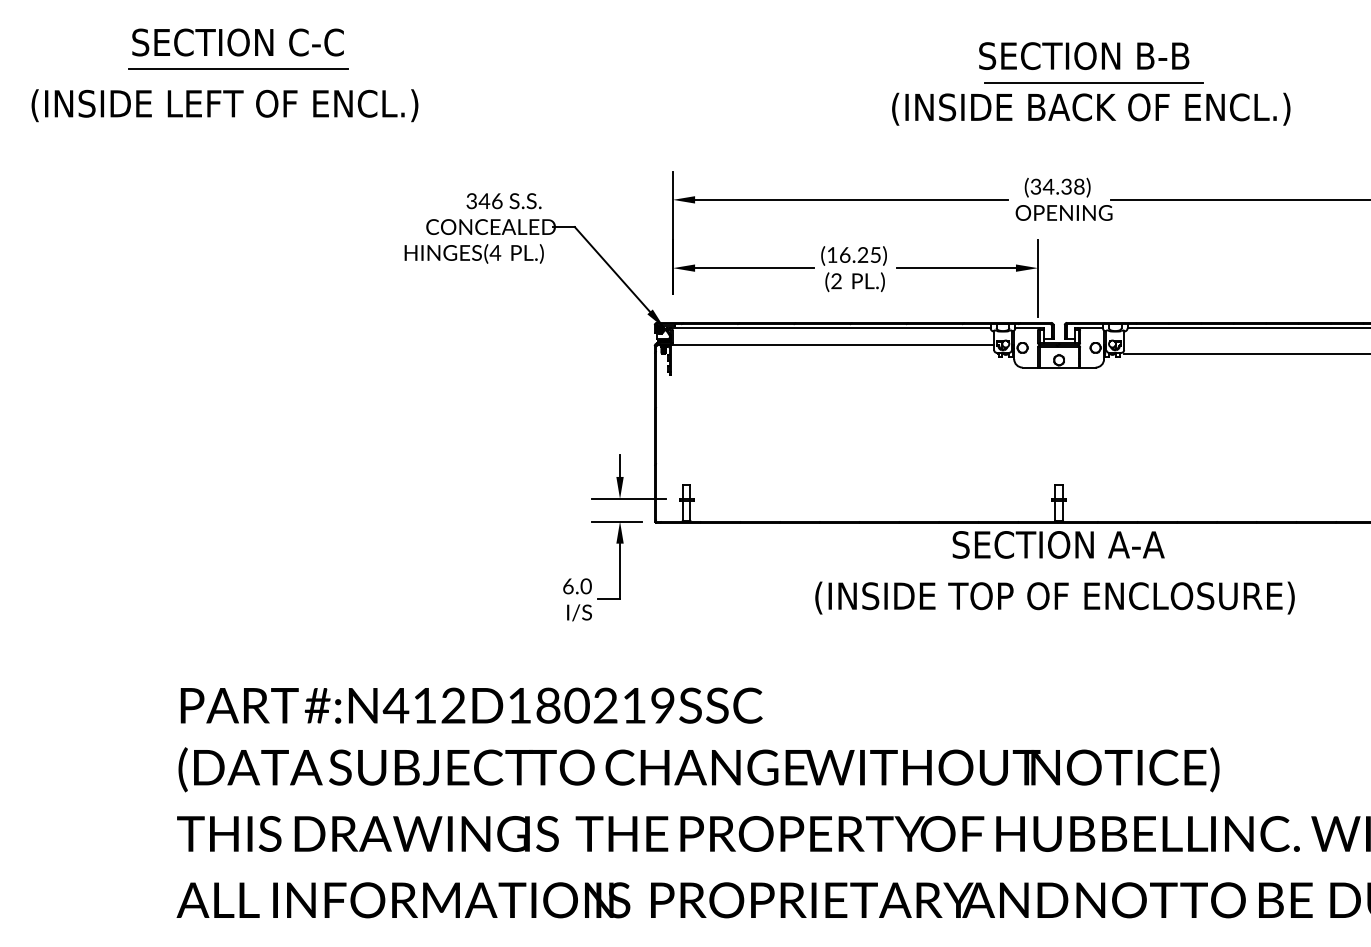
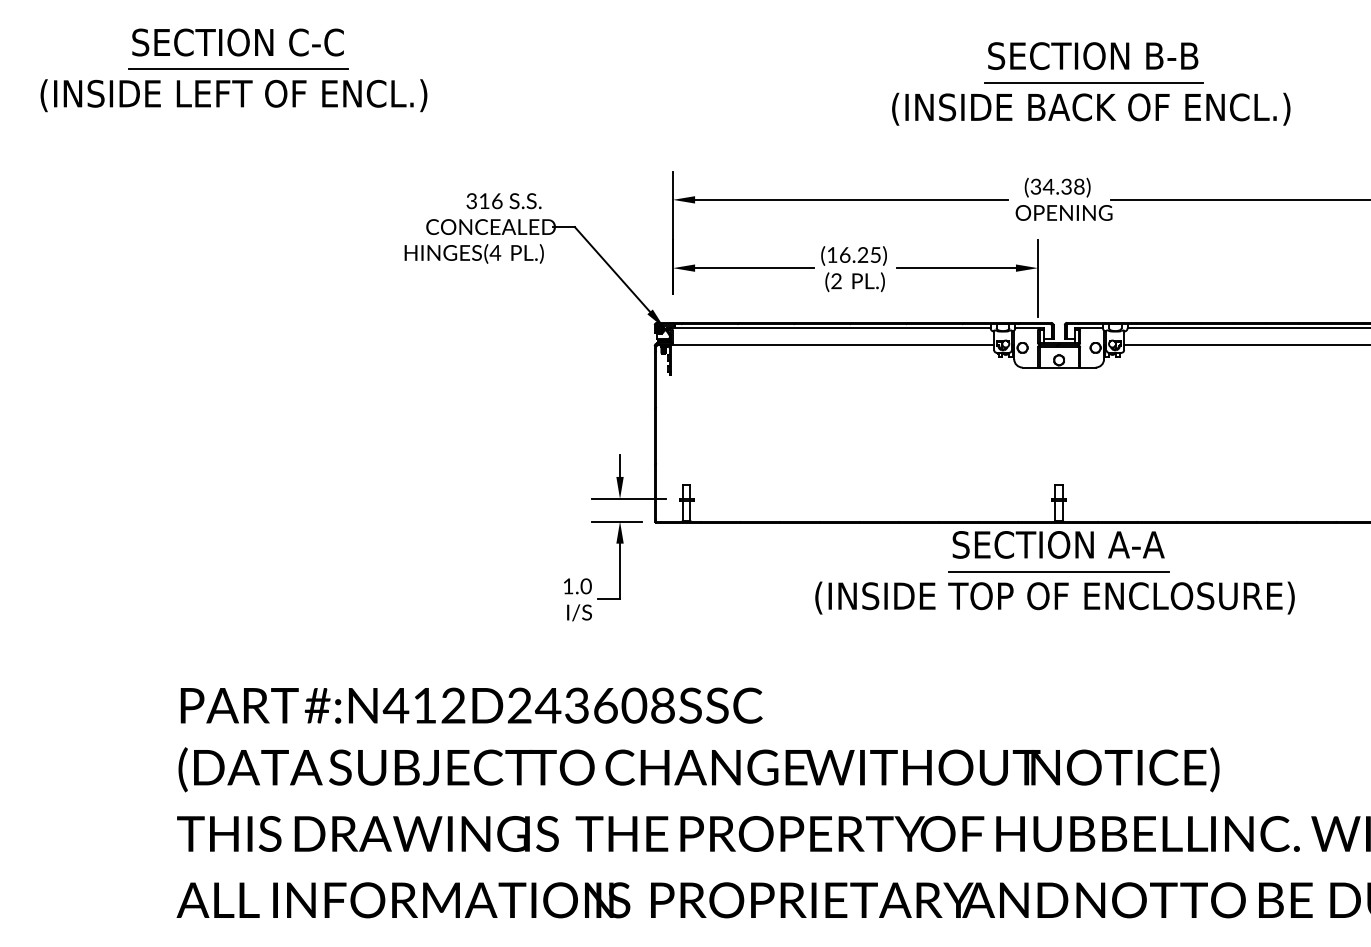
text at (1084, 55) position: (1084, 55) -> (1093, 55)
text at (224, 105) position: (224, 105) -> (233, 95)
text at (484, 200): 346 -> 316
line at (1245, 354) position: (1245, 354) -> (1245, 345)
line at (1059, 571): none -> present
text at (568, 586): 6.0 -> 1.0
text at (590, 705): #:N412D180219SSC -> #:N412D243608SSC
